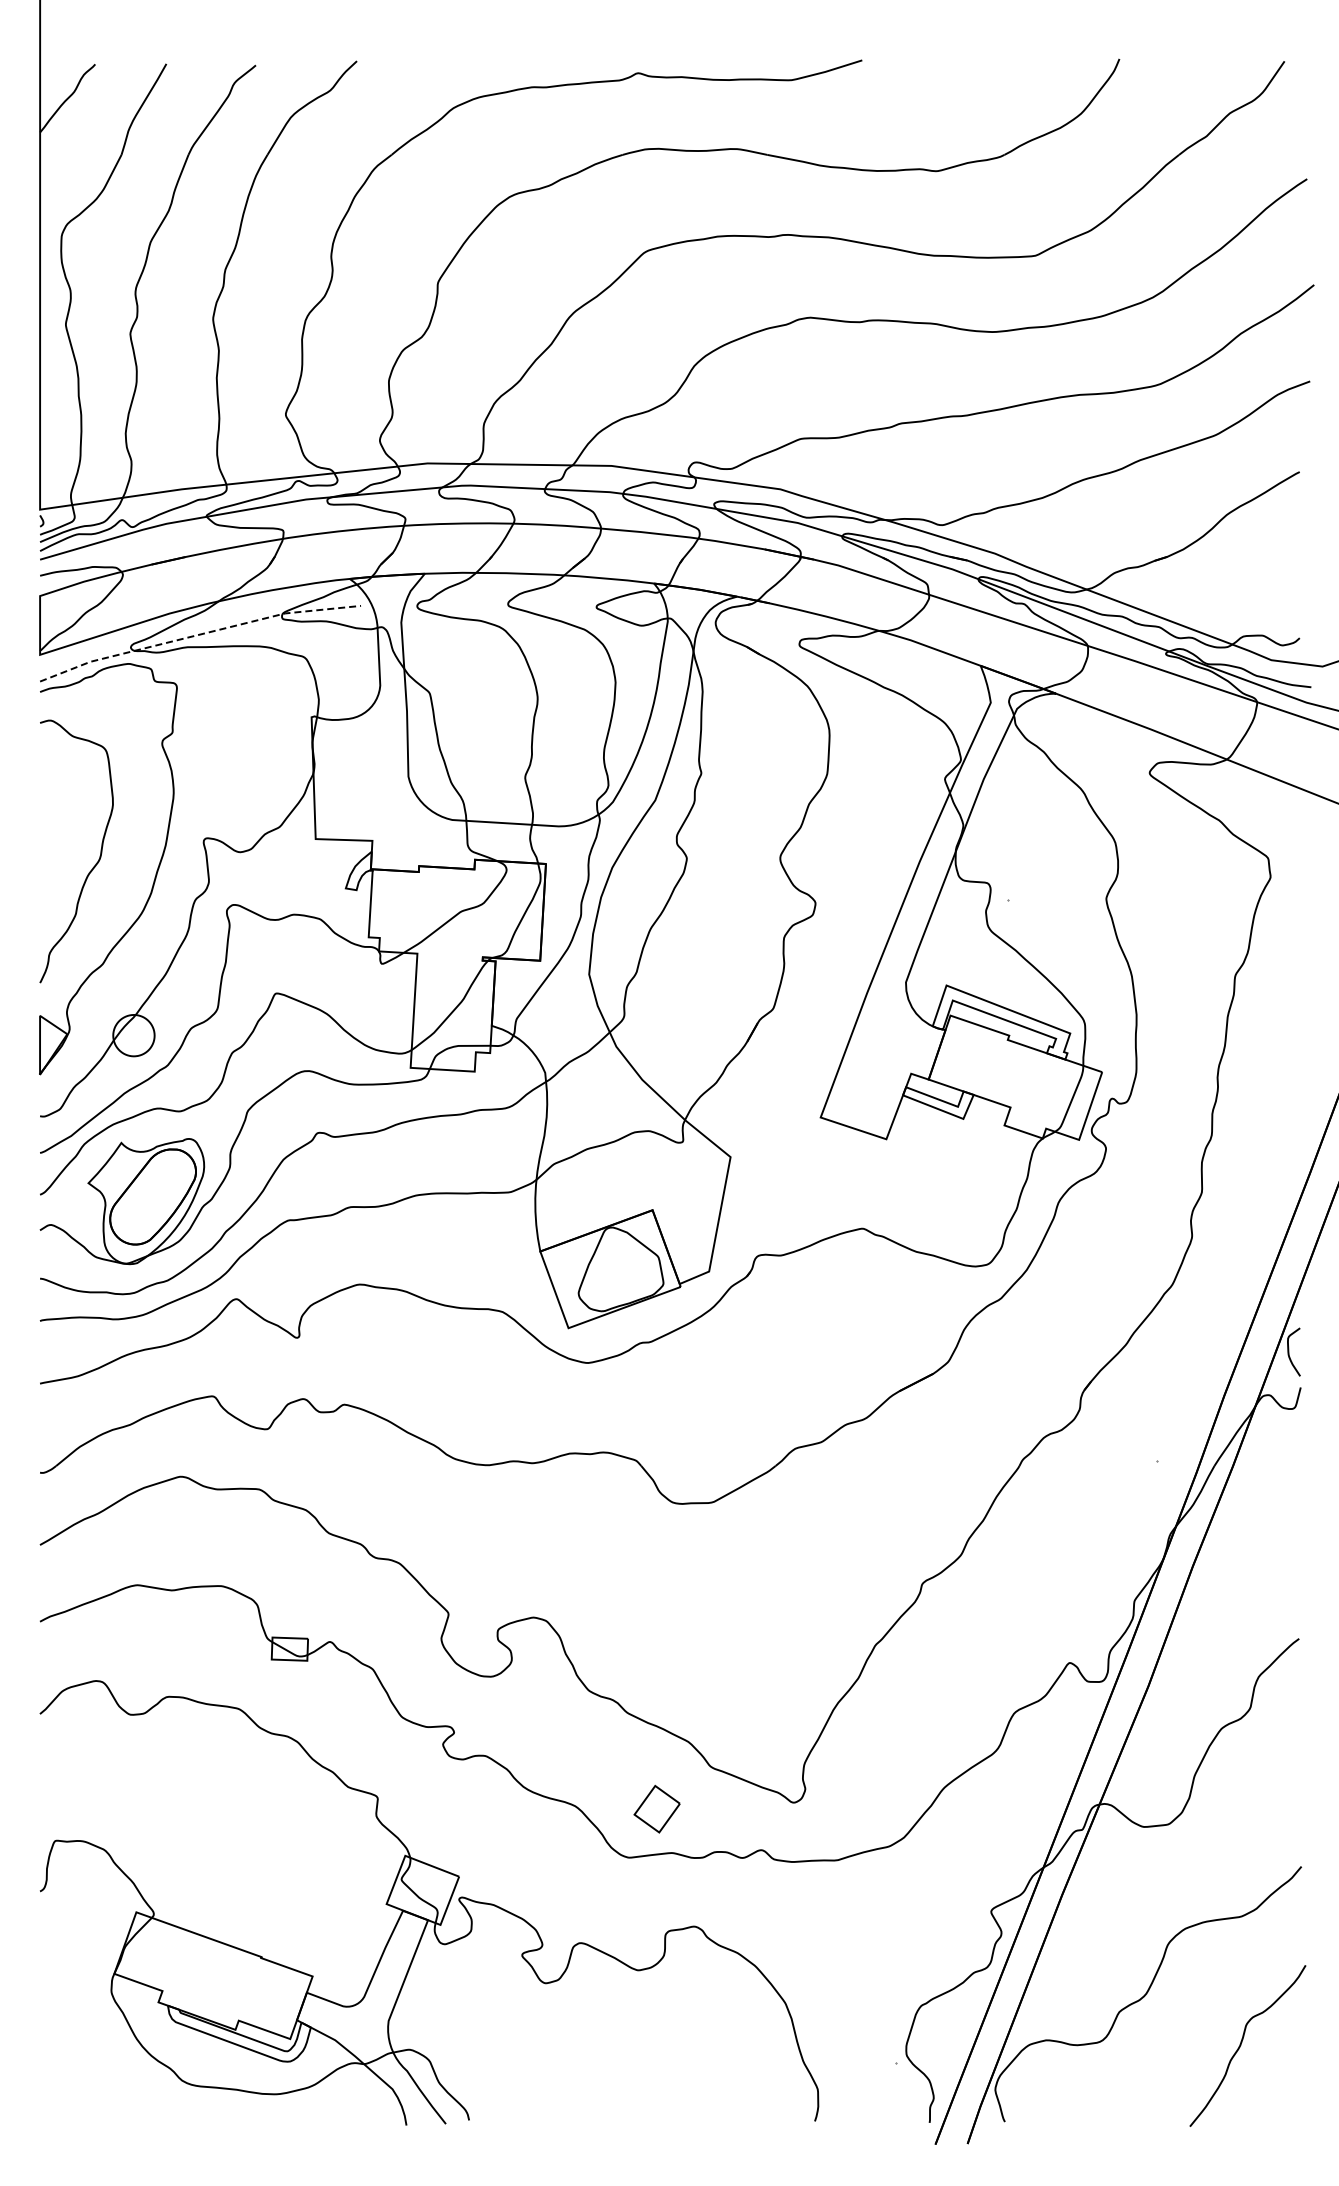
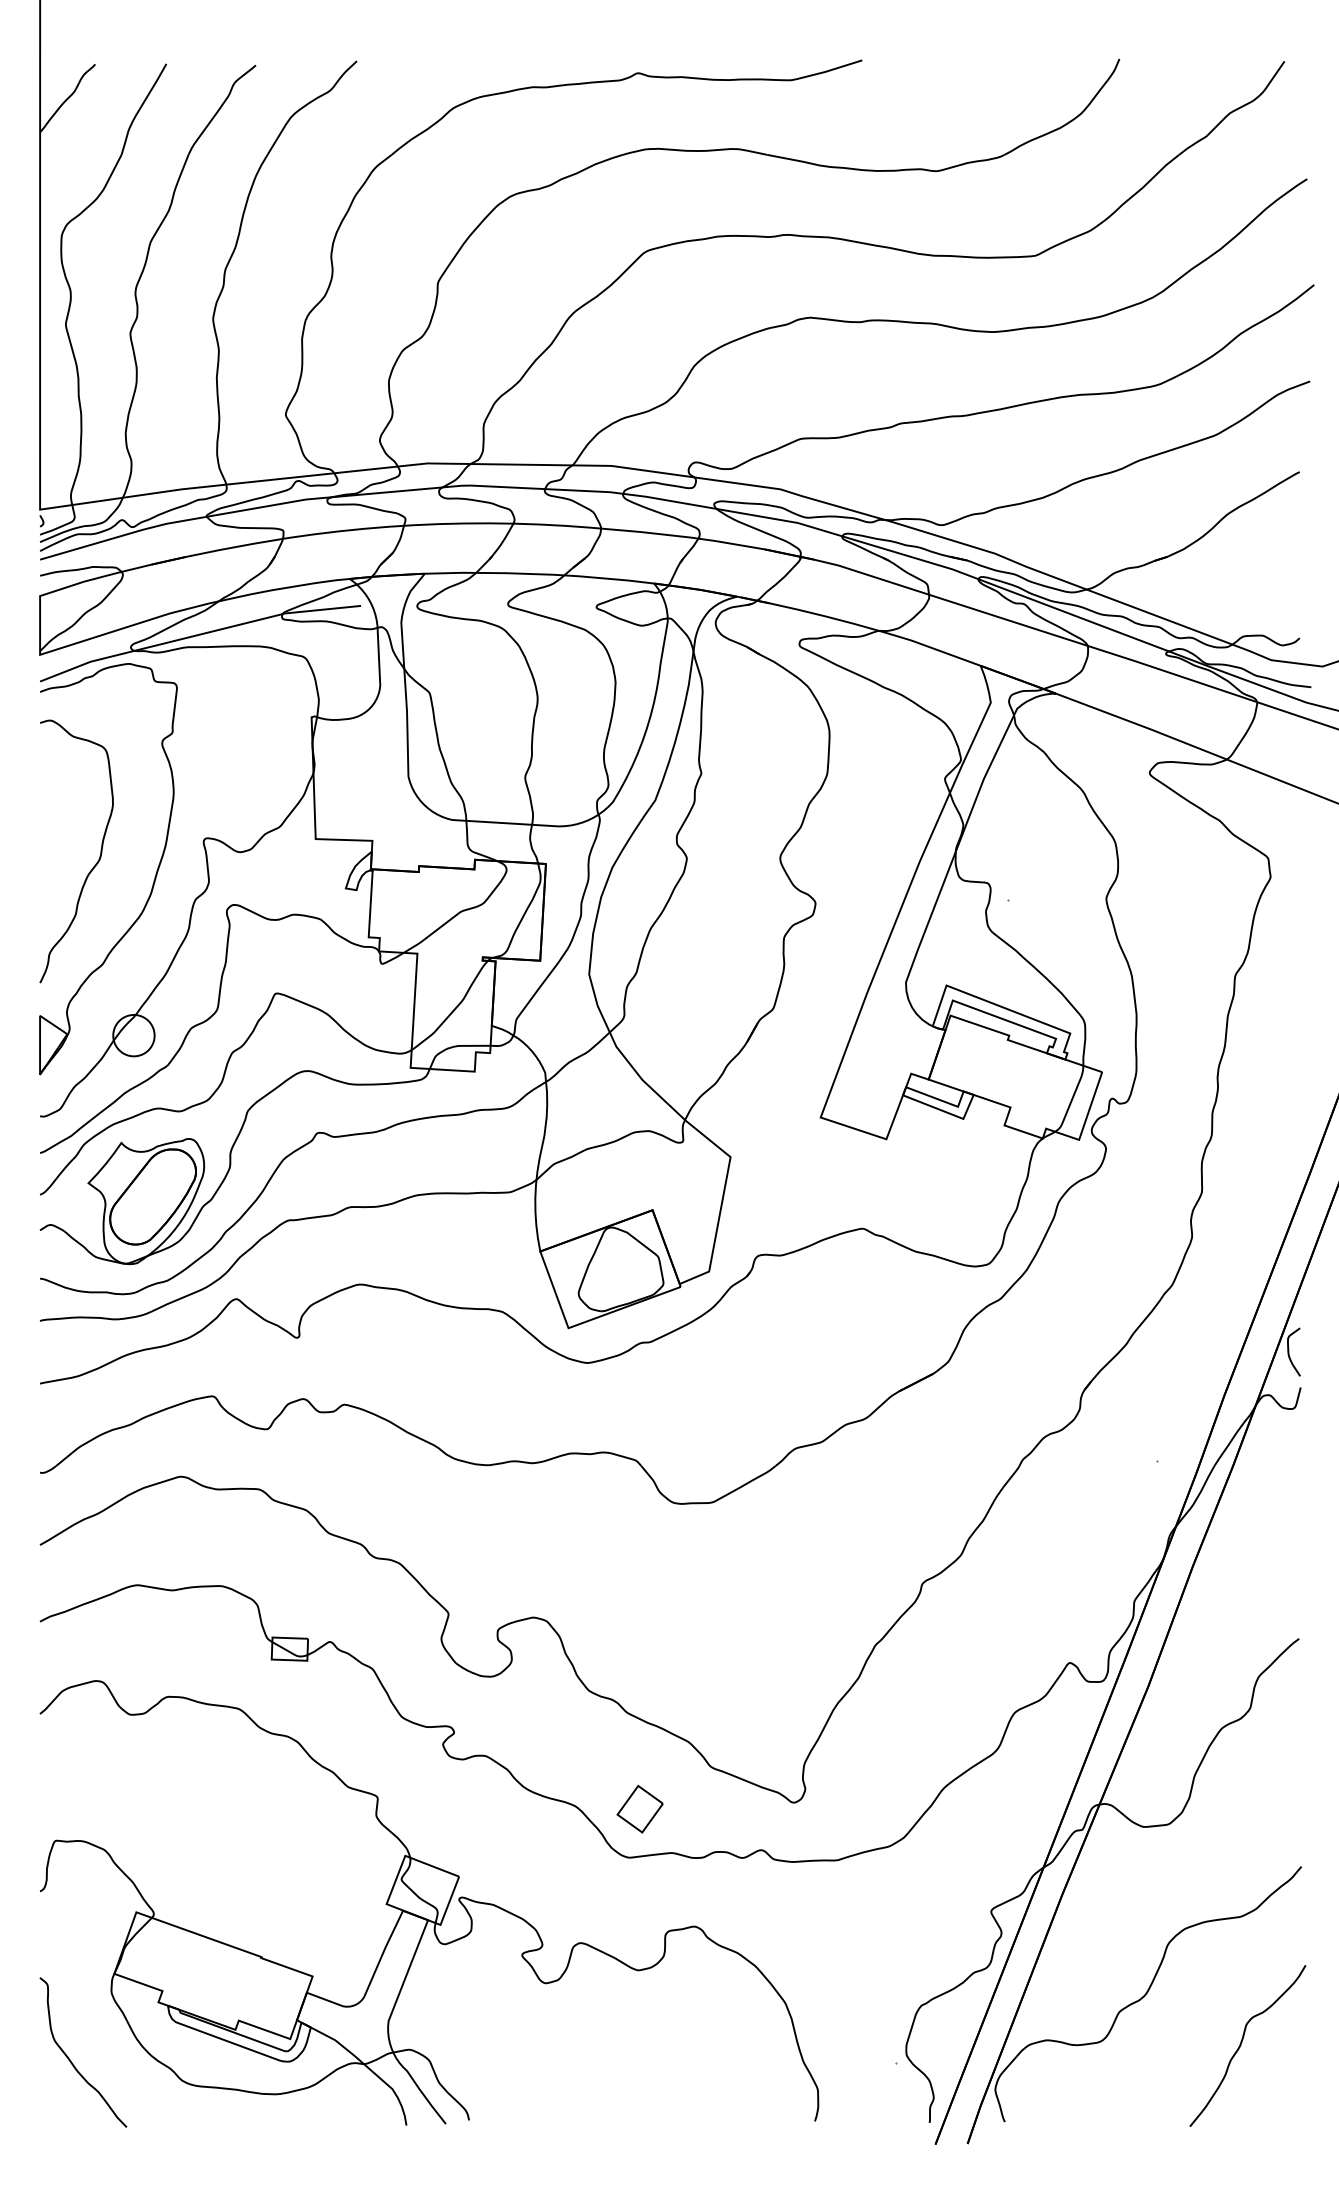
line at (198, 634): dashed -> solid
part at (656, 1808) position: (656, 1808) -> (639, 1808)
curve at (71, 2060): none -> present
